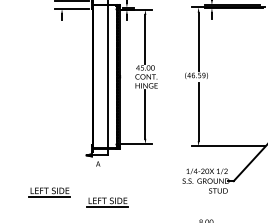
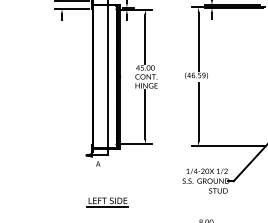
part at (49, 192): present -> none
